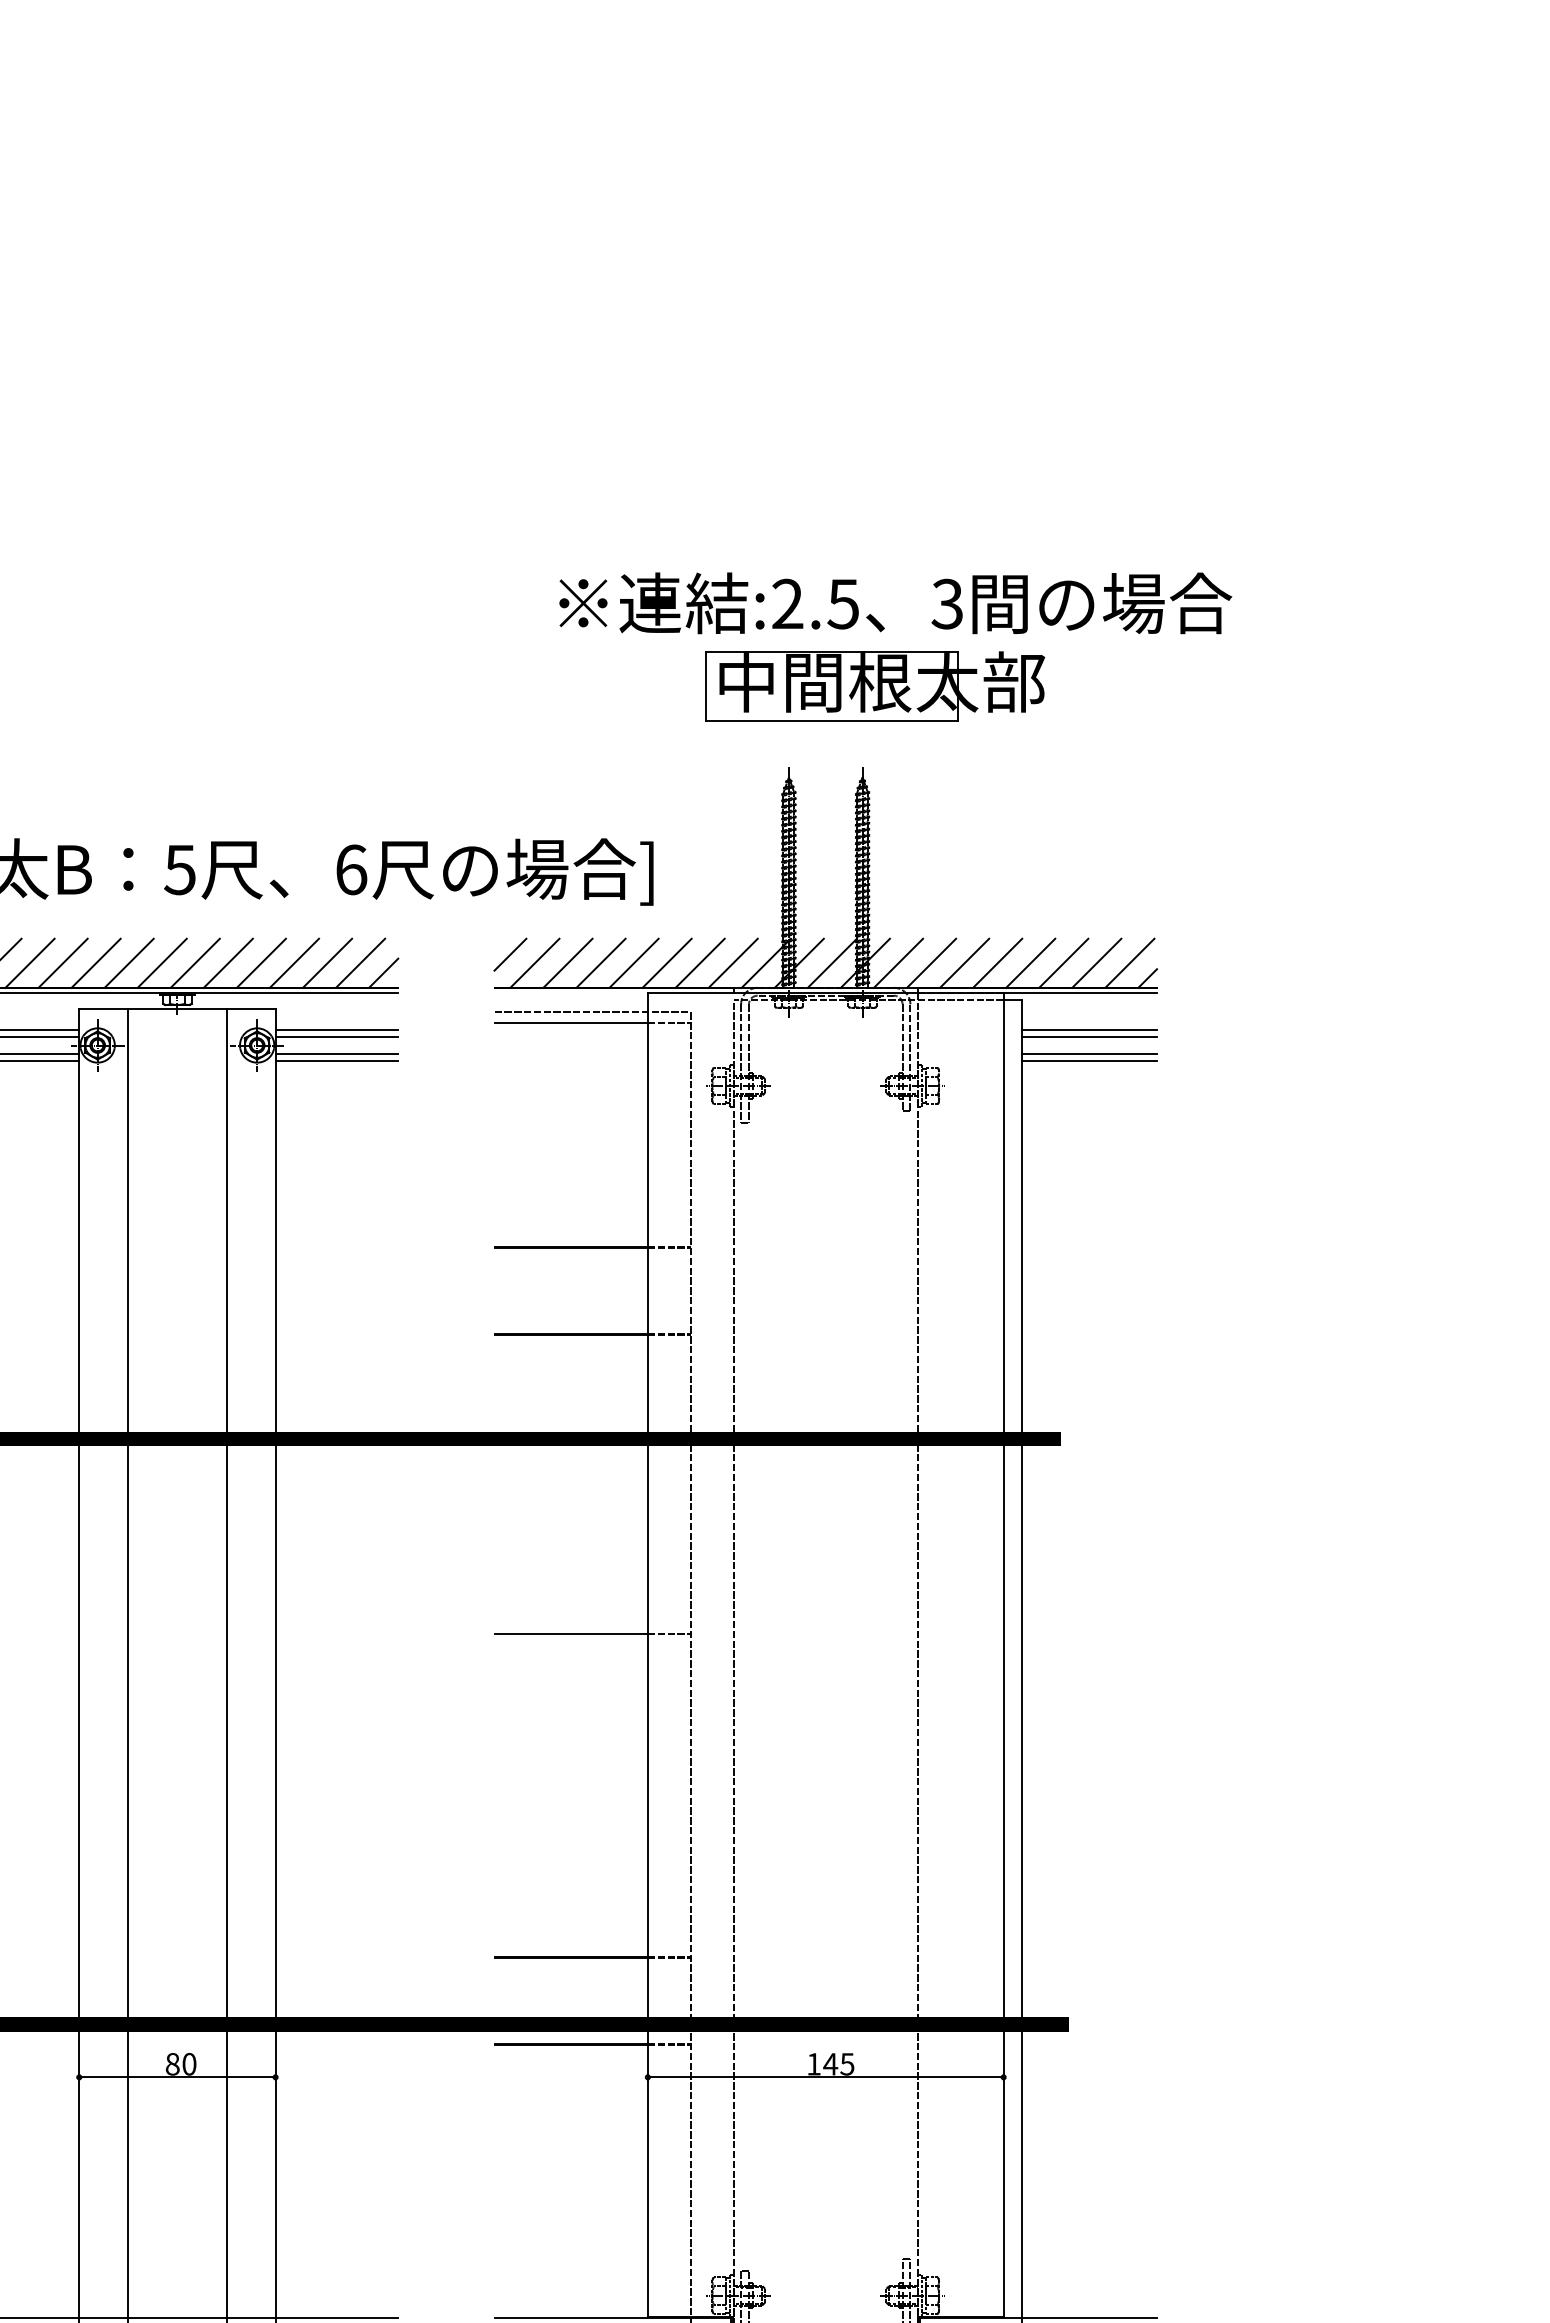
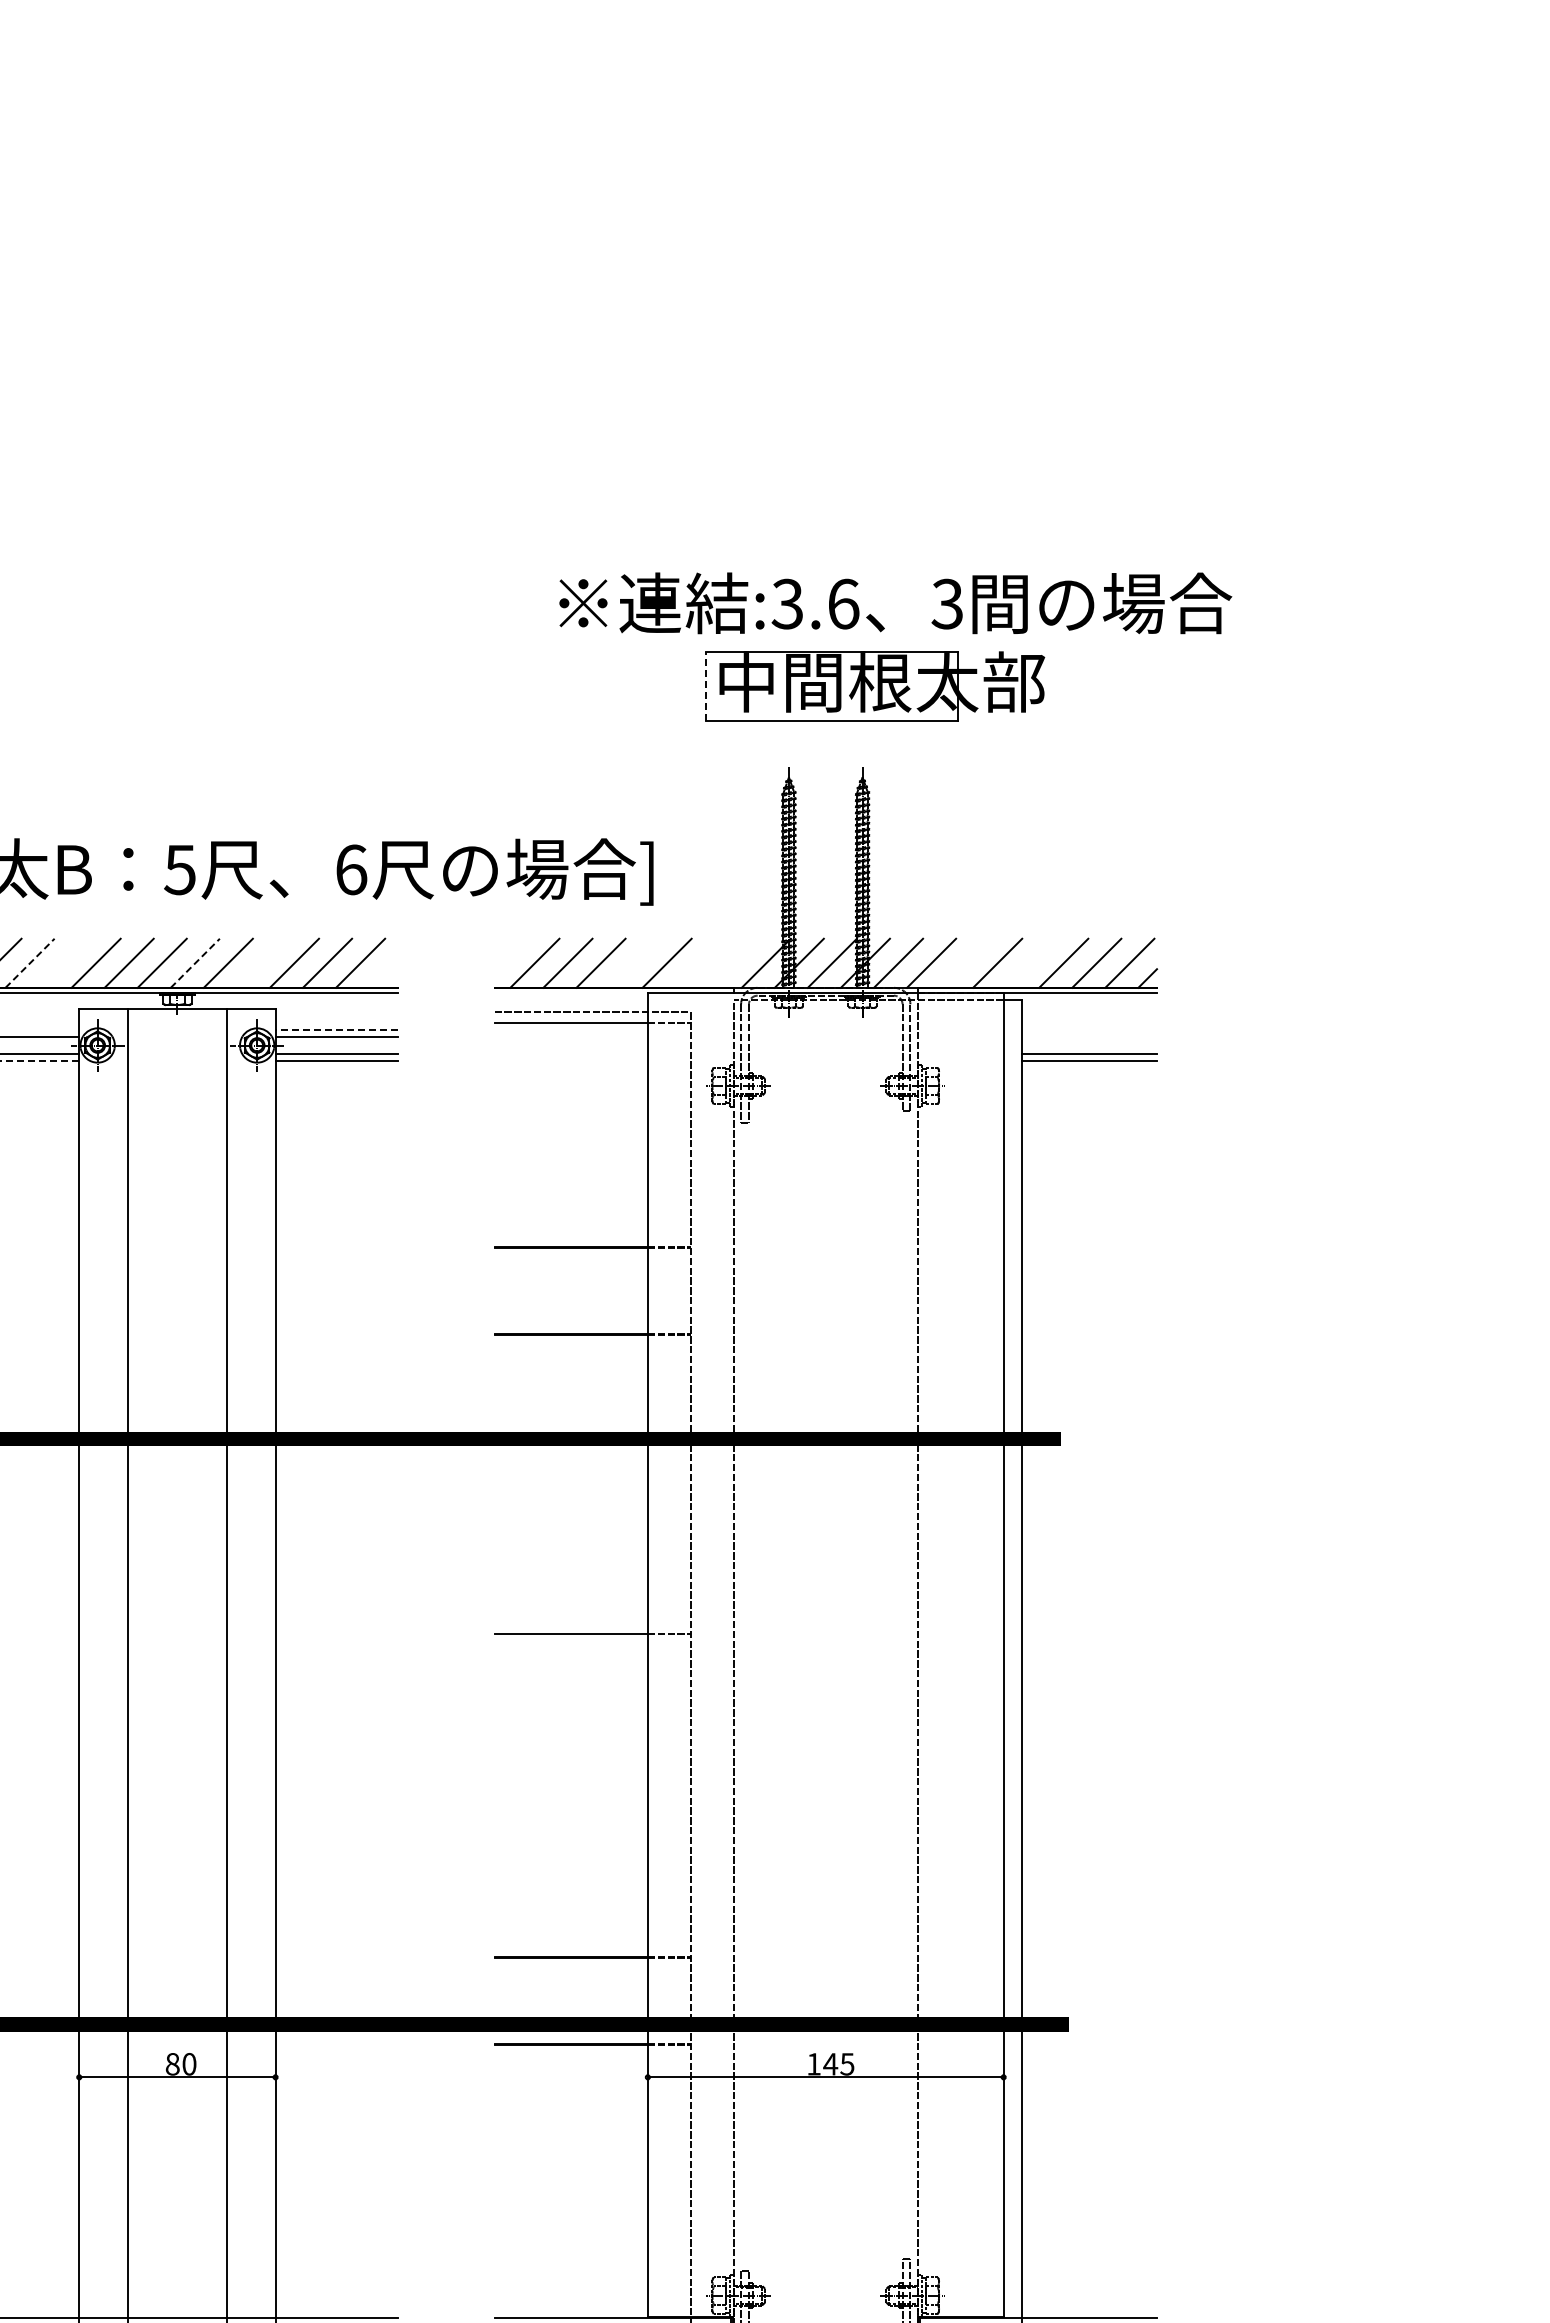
text at (815, 603): :2.5 -> :3.6
line at (706, 685): solid -> dashed
line at (510, 954): present -> none
line at (62, 962): present -> none
line at (260, 962): present -> none
line at (633, 962): present -> none
line at (699, 962): present -> none
line at (732, 962): present -> none
line at (964, 962): present -> none
line at (1030, 962): present -> none
line at (30, 963): solid -> dashed
line at (195, 963): solid -> dashed
line at (383, 972): present -> none
line at (40, 1029): present -> none
line at (336, 1029): solid -> dashed
line at (1089, 1029): present -> none
line at (1089, 1036): present -> none
line at (39, 1061): solid -> dashed
